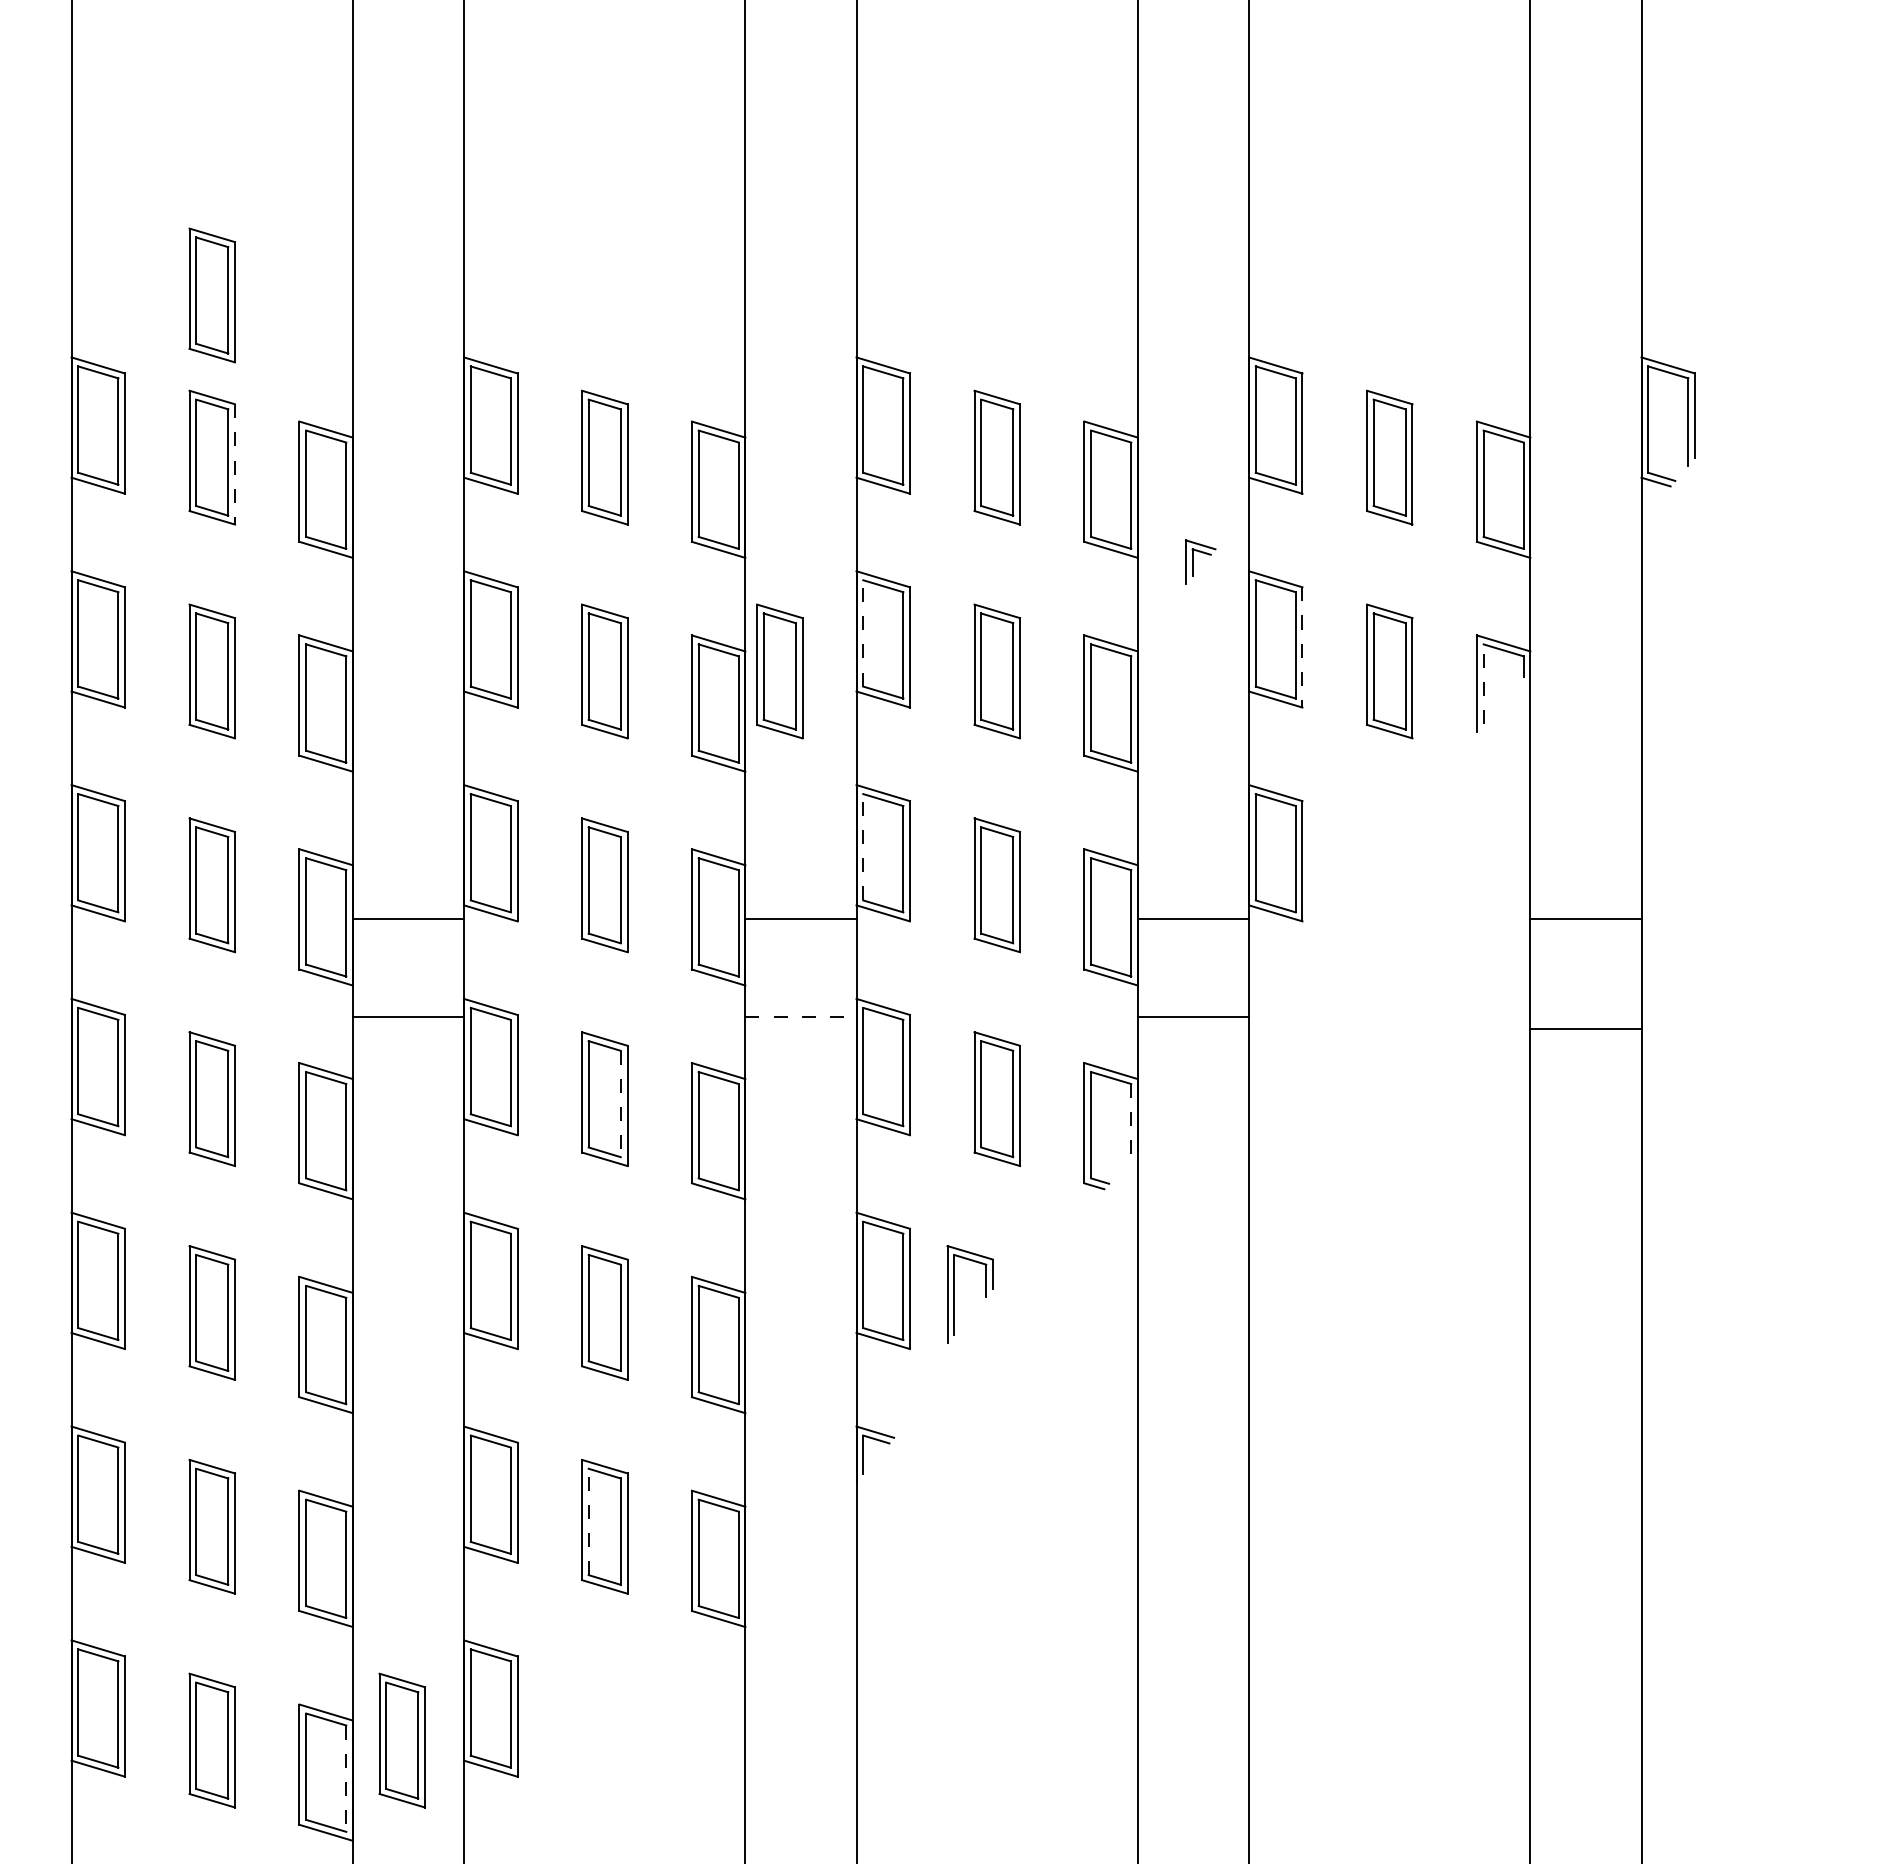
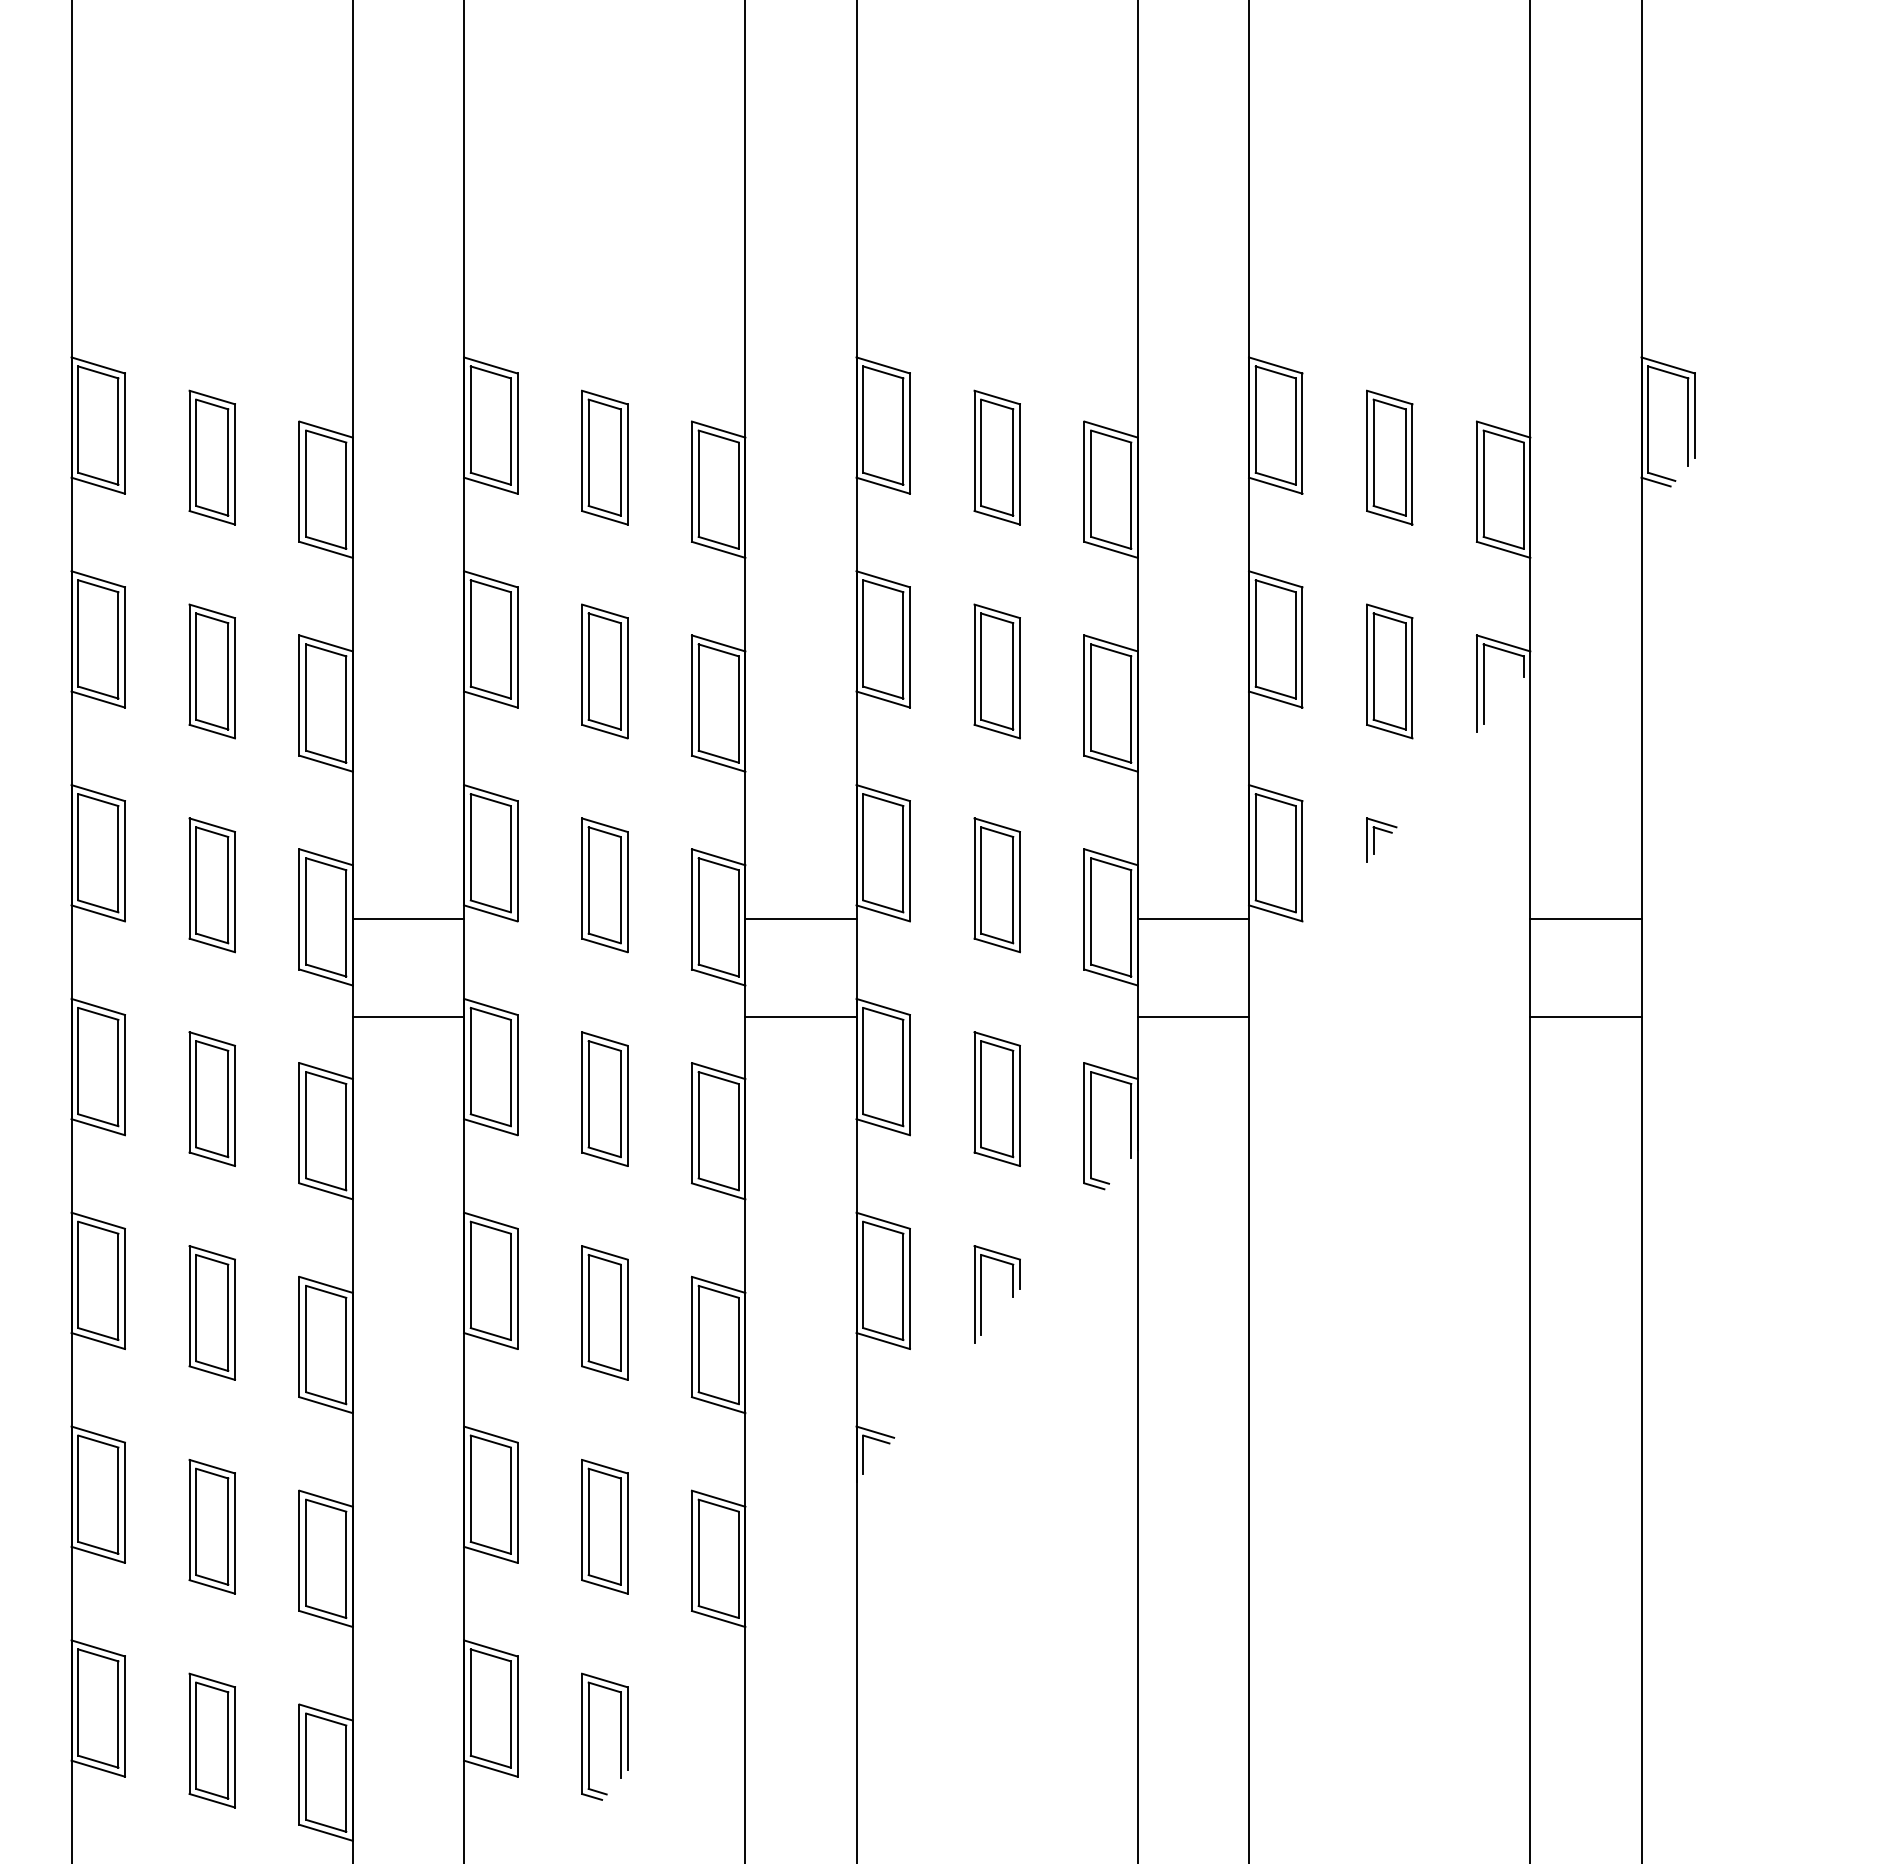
part at (211, 295): present -> none
line at (235, 464): dashed -> solid
part at (1193, 561) position: (1193, 561) -> (1374, 839)
line at (863, 632): dashed -> solid
line at (1302, 647): dashed -> solid
part at (779, 671): present -> none
line at (1483, 684): dashed -> solid
line at (863, 846): dashed -> solid
line at (800, 1017): dashed -> solid
line at (1585, 1029) position: (1585, 1029) -> (1585, 1017)
line at (620, 1104): dashed -> solid
line at (1131, 1120): dashed -> solid
part at (954, 1294) position: (954, 1294) -> (981, 1294)
line at (588, 1521): dashed -> solid
part at (589, 1736): none -> present
part at (401, 1740): present -> none
line at (346, 1779): dashed -> solid
